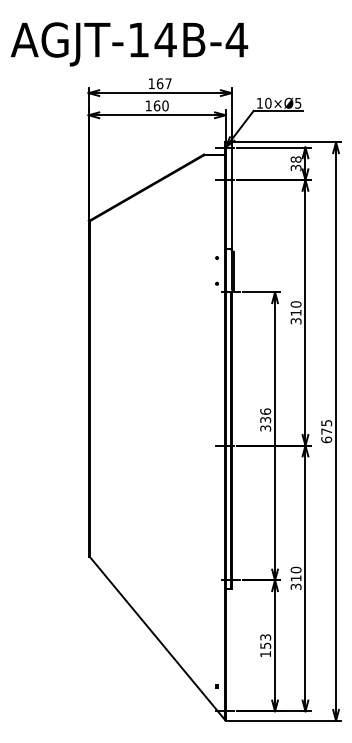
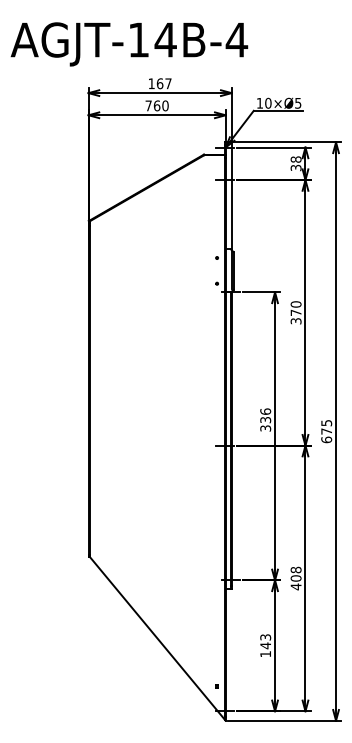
text at (148, 105): 160 -> 760
text at (295, 312): 310 -> 370
text at (295, 578): 310 -> 408
text at (265, 645): 153 -> 143
